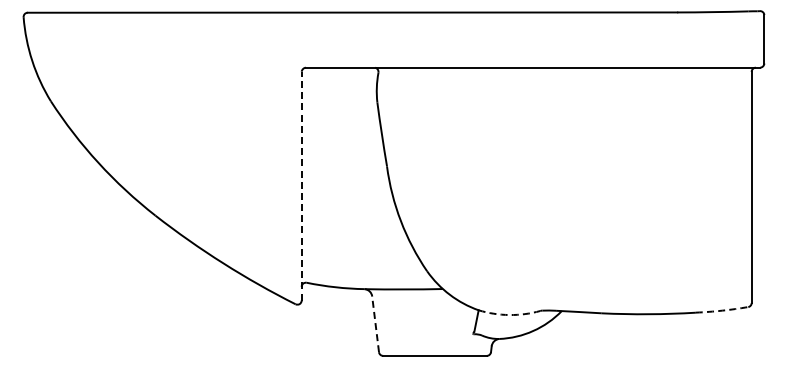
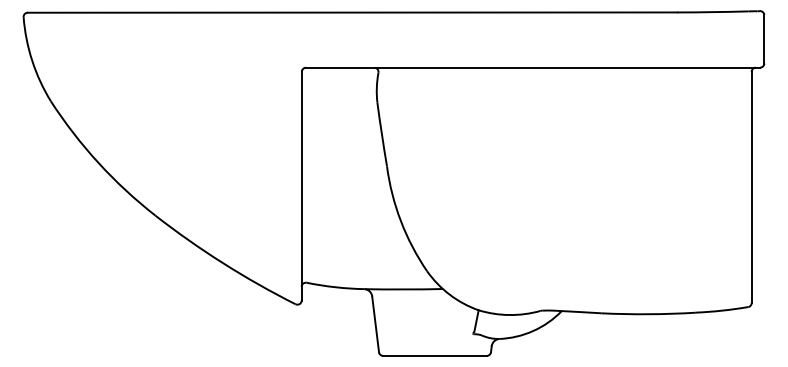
line at (301, 185): dashed -> solid
arc at (722, 310): dashed -> solid
arc at (509, 315): dashed -> solid
line at (375, 323): dashed -> solid
